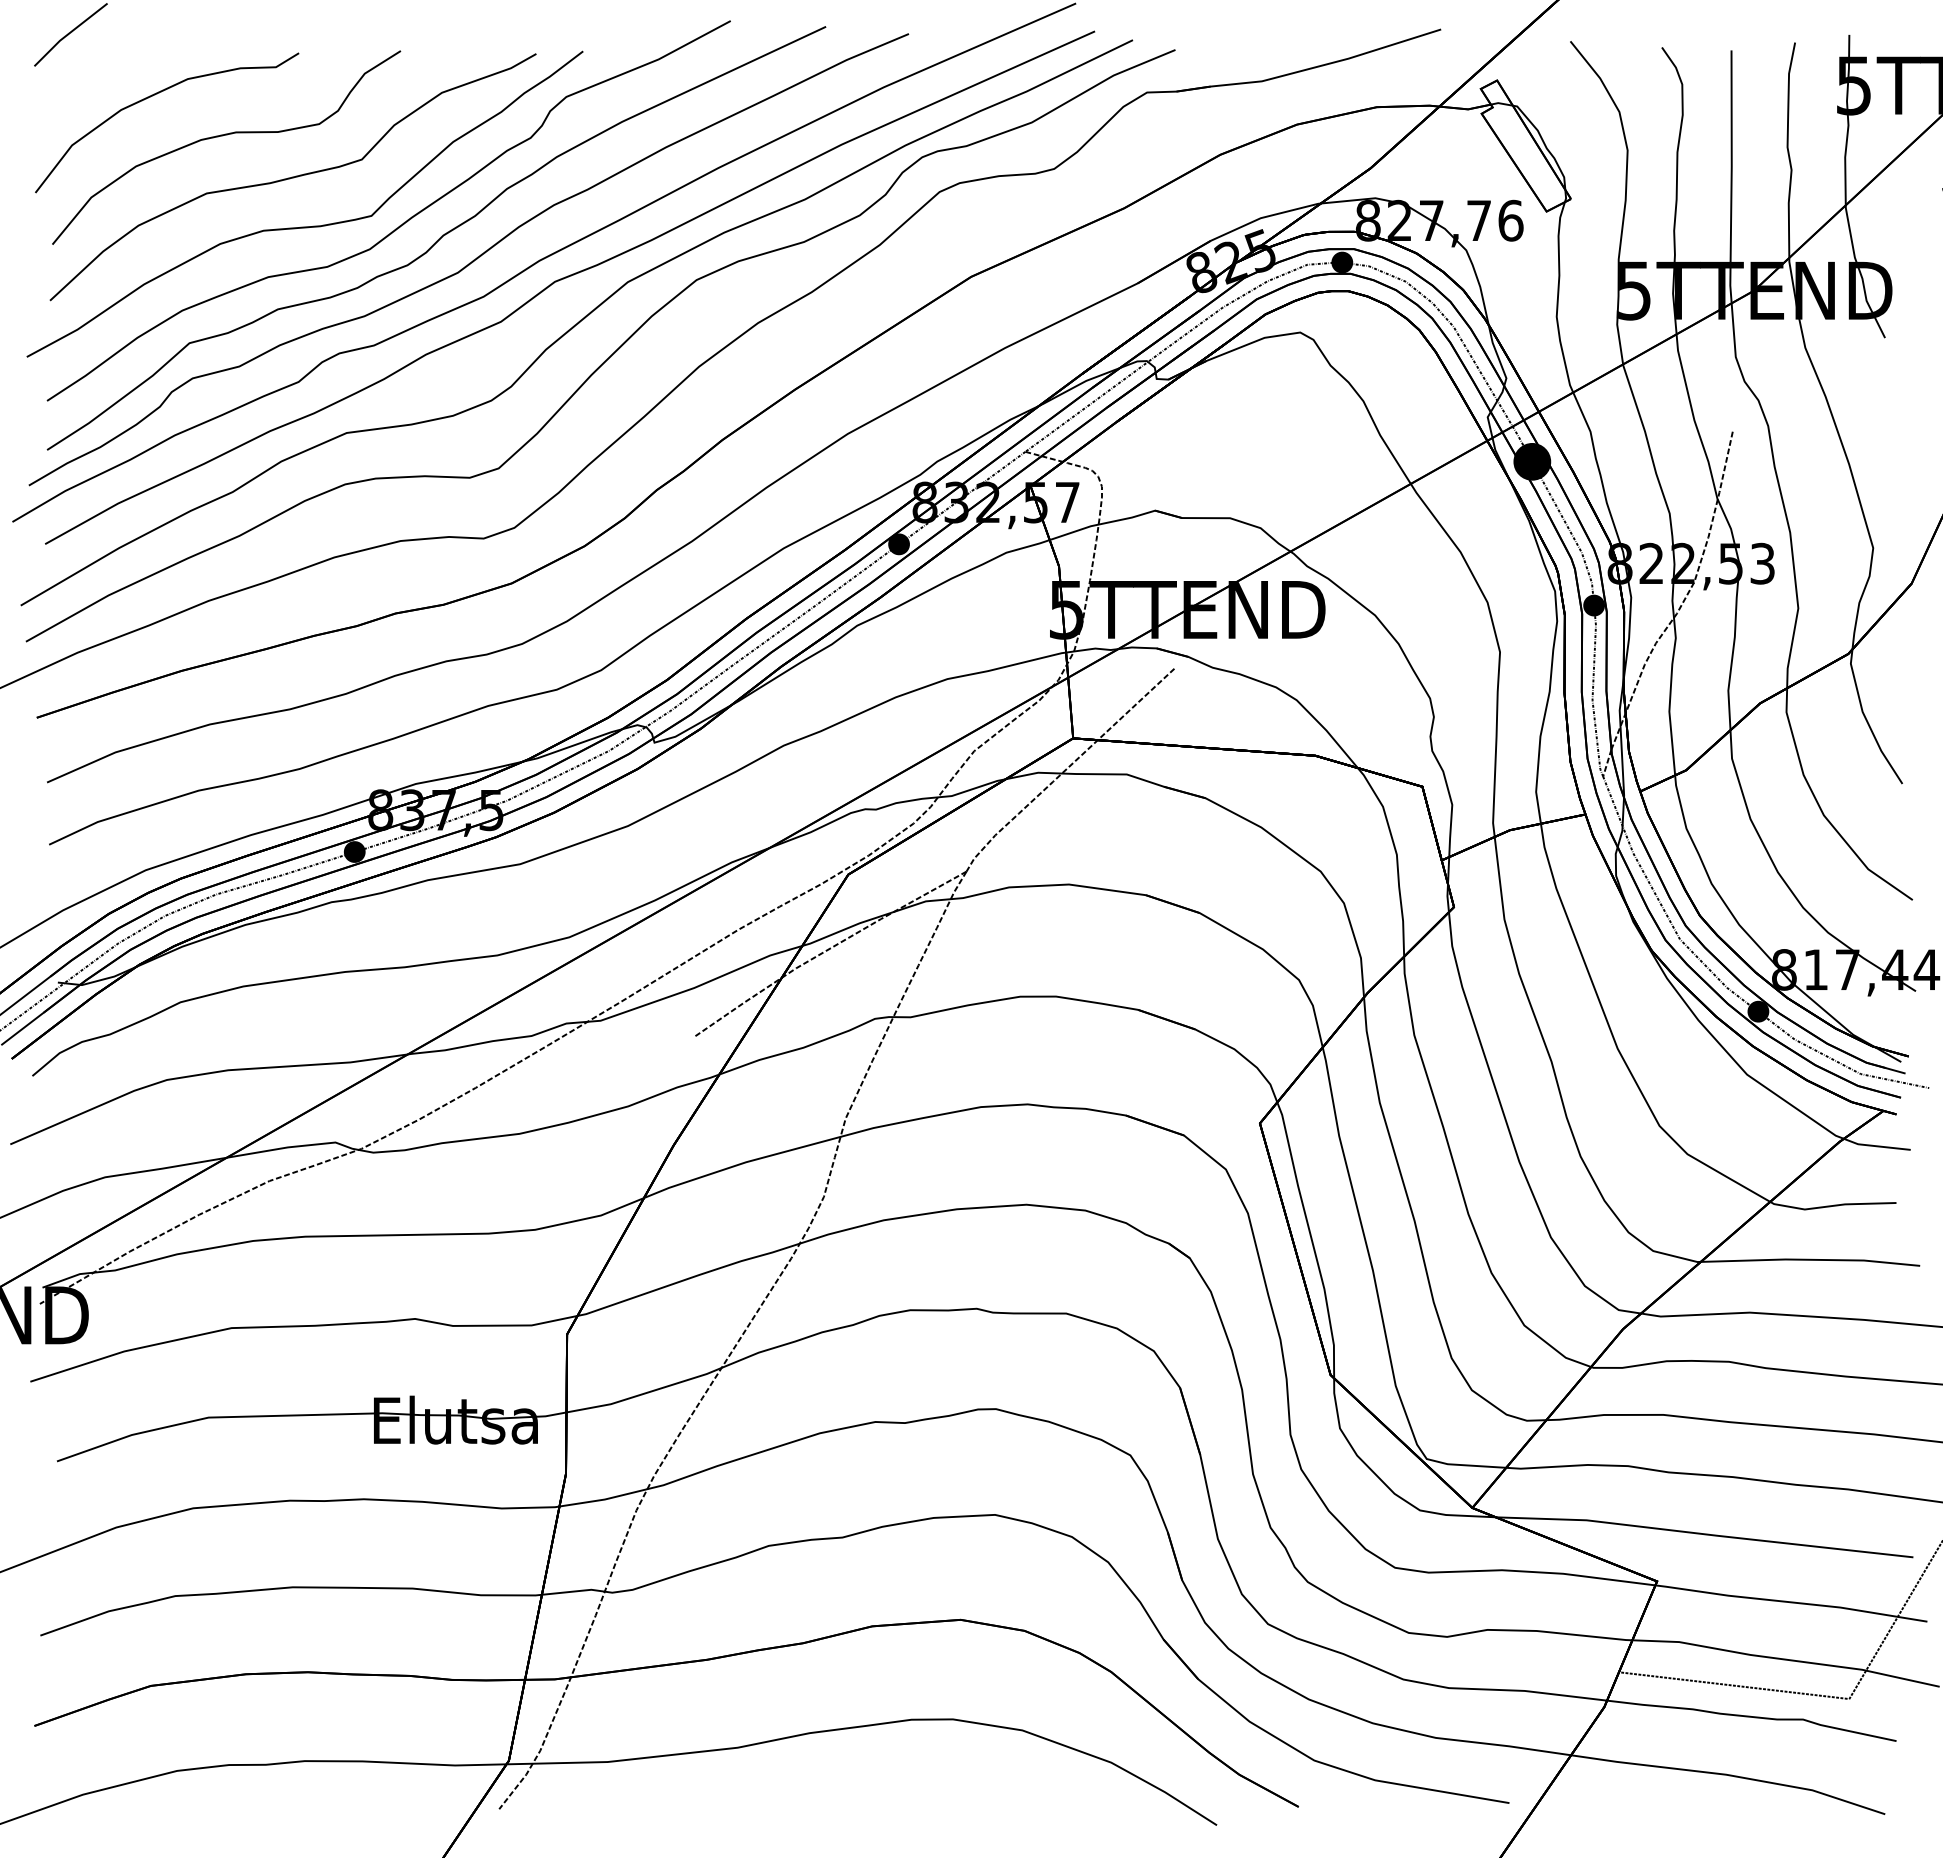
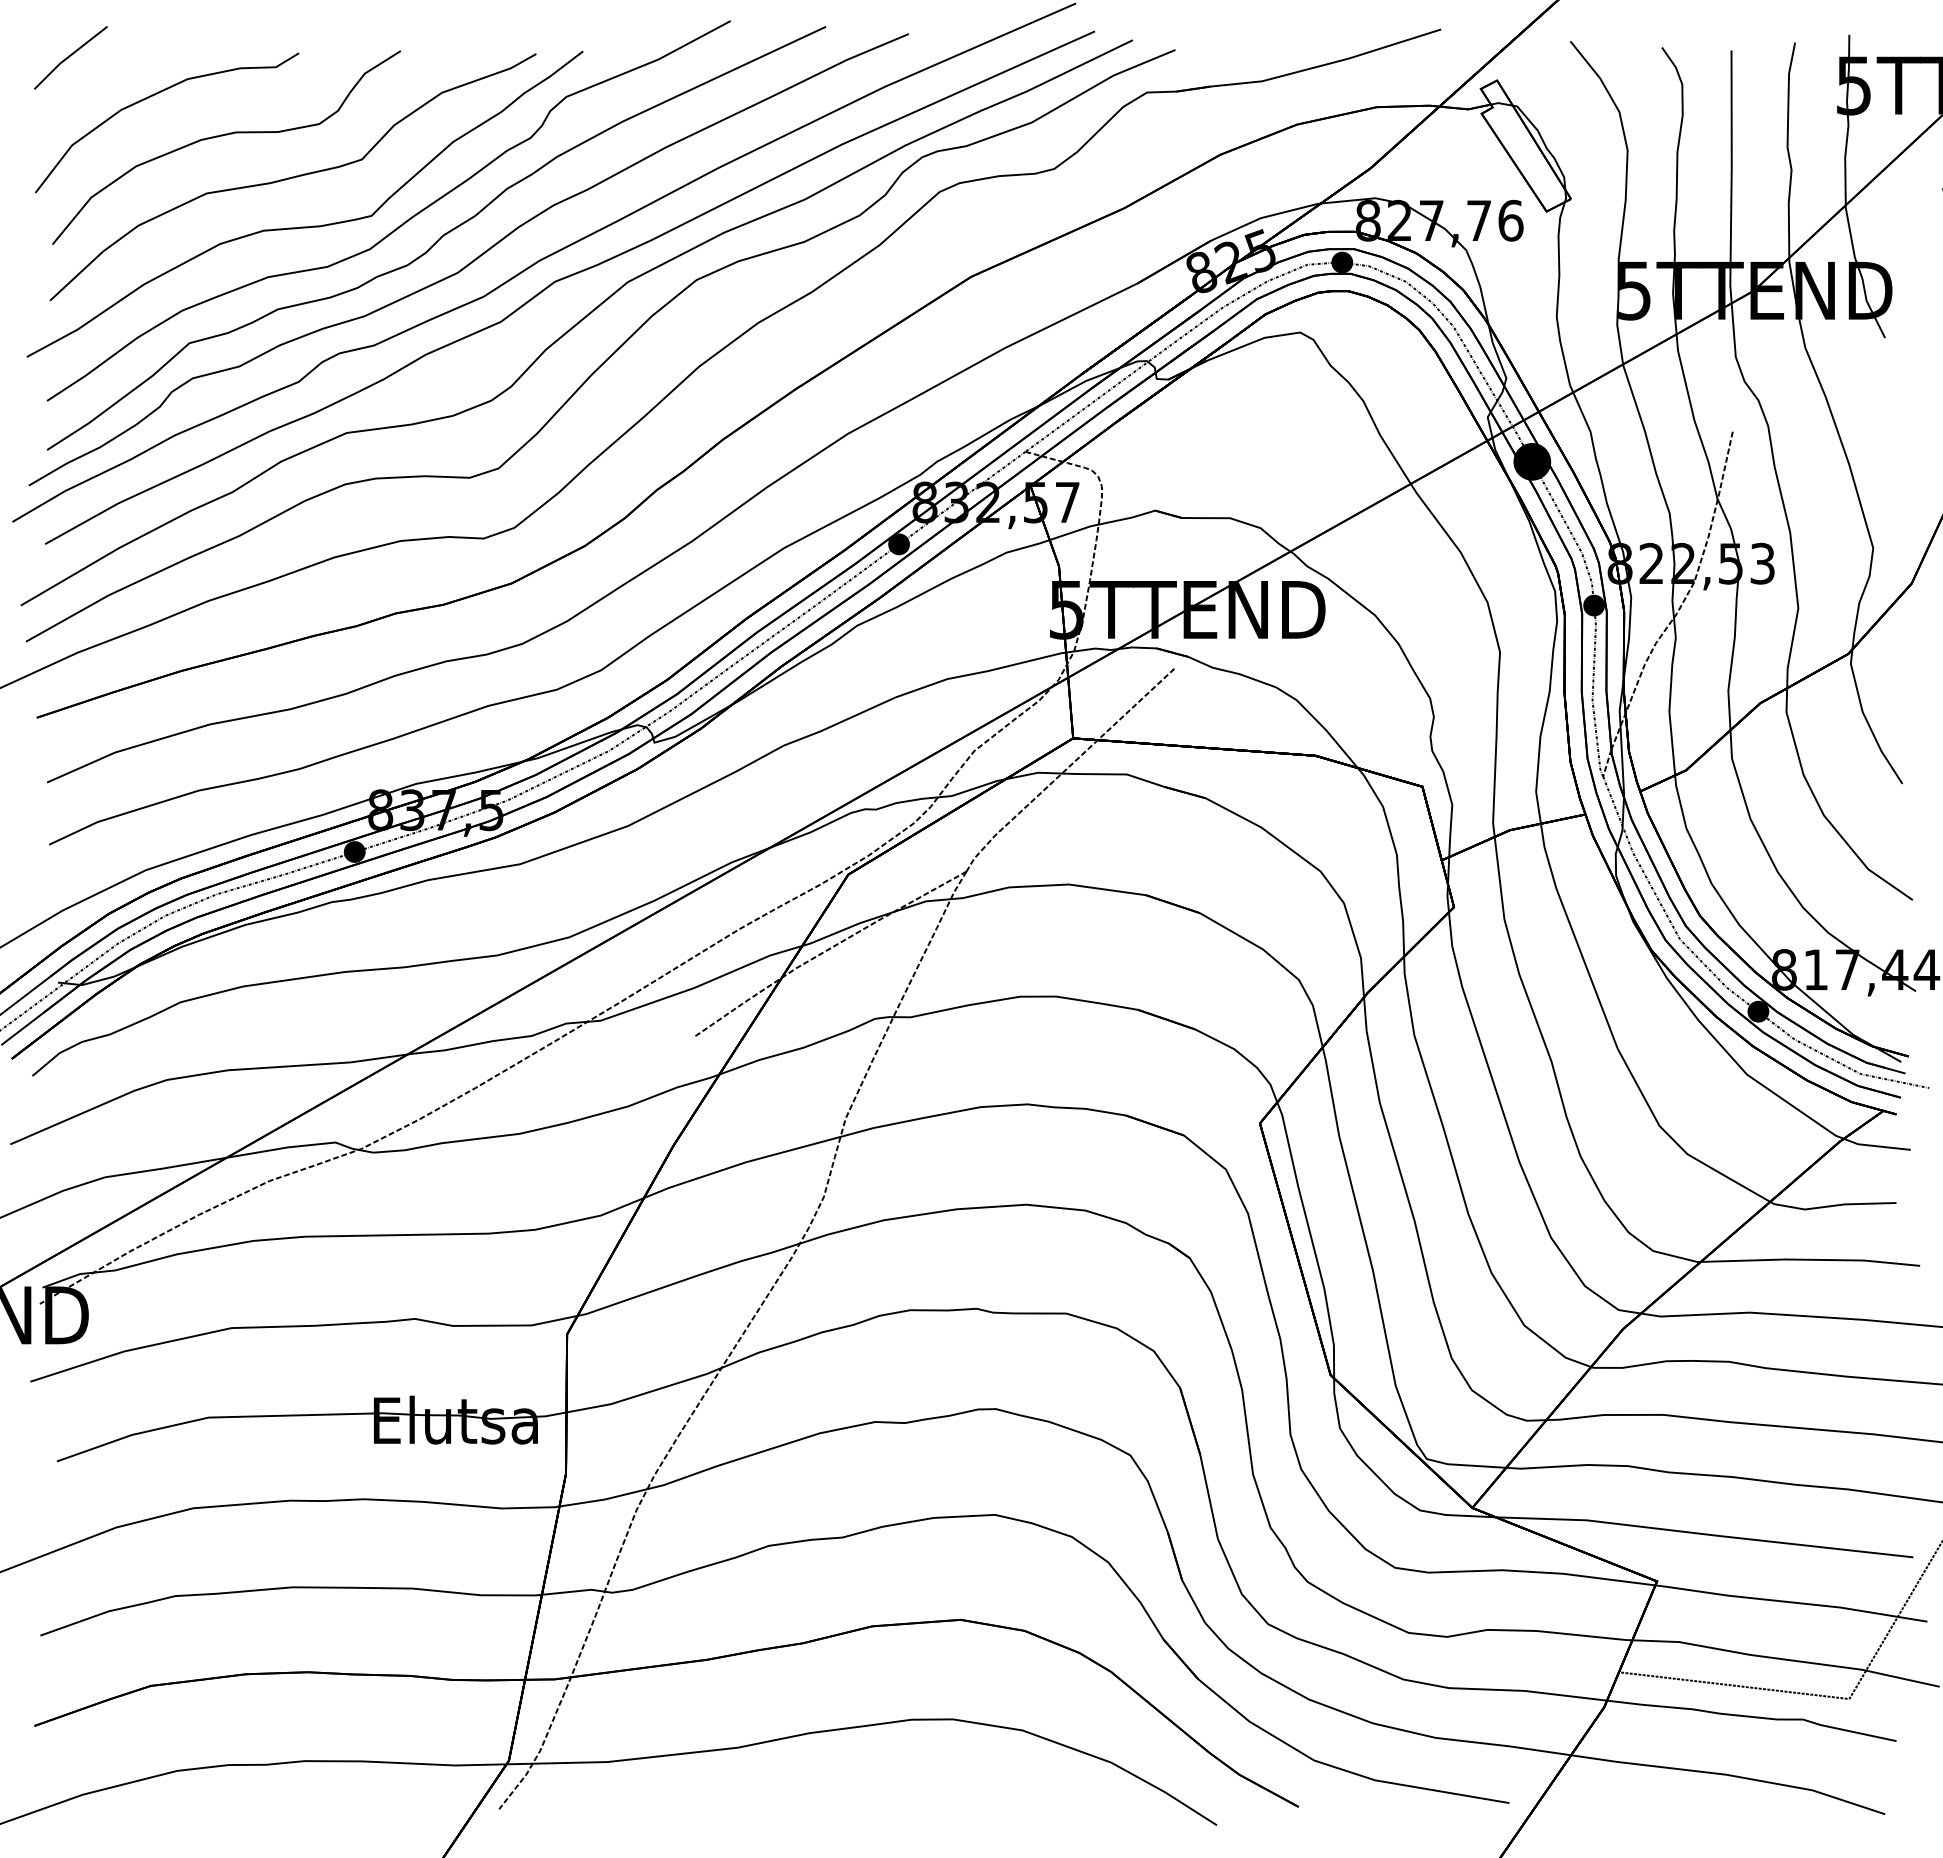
line at (70, 33) position: (70, 33) -> (70, 56)
